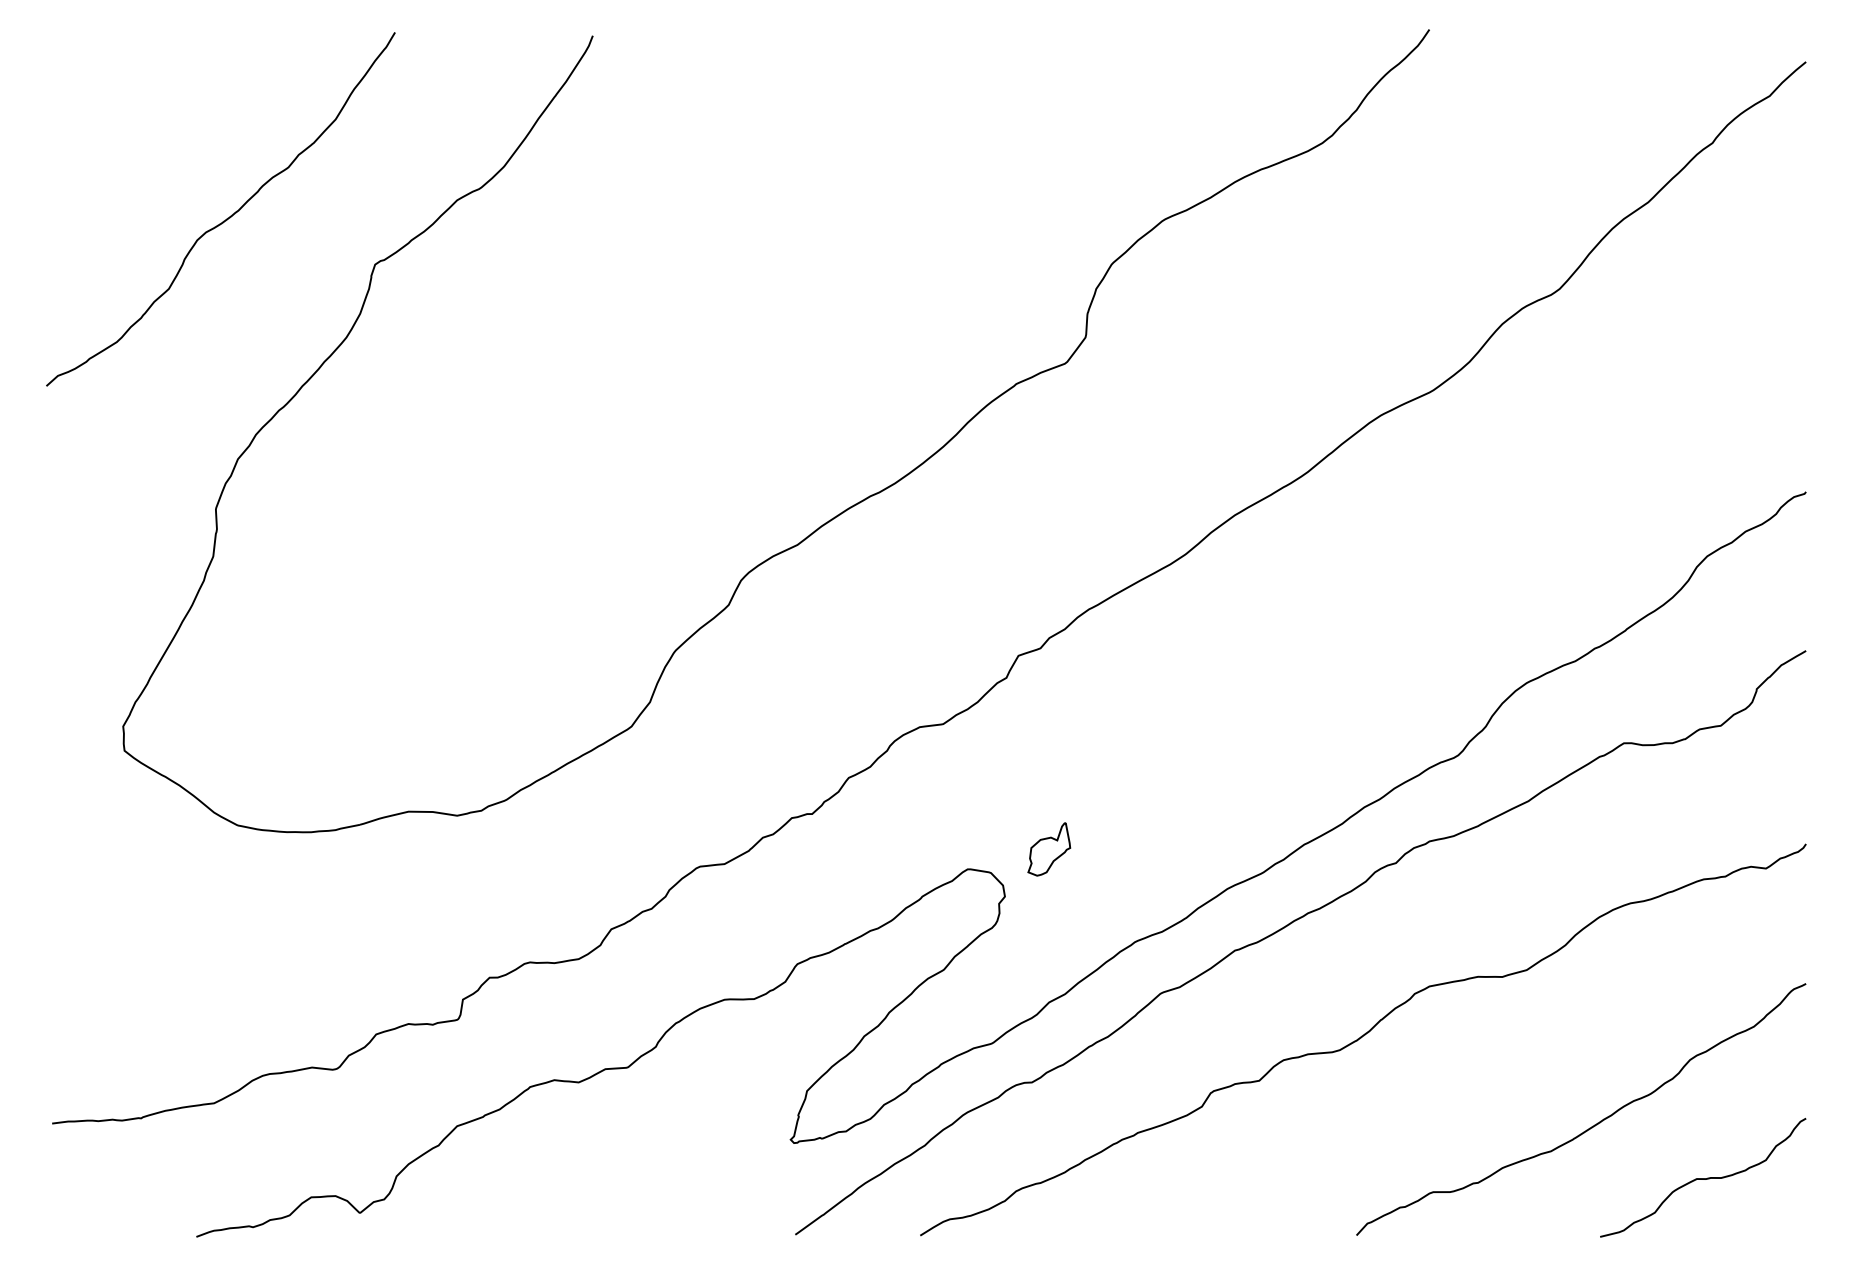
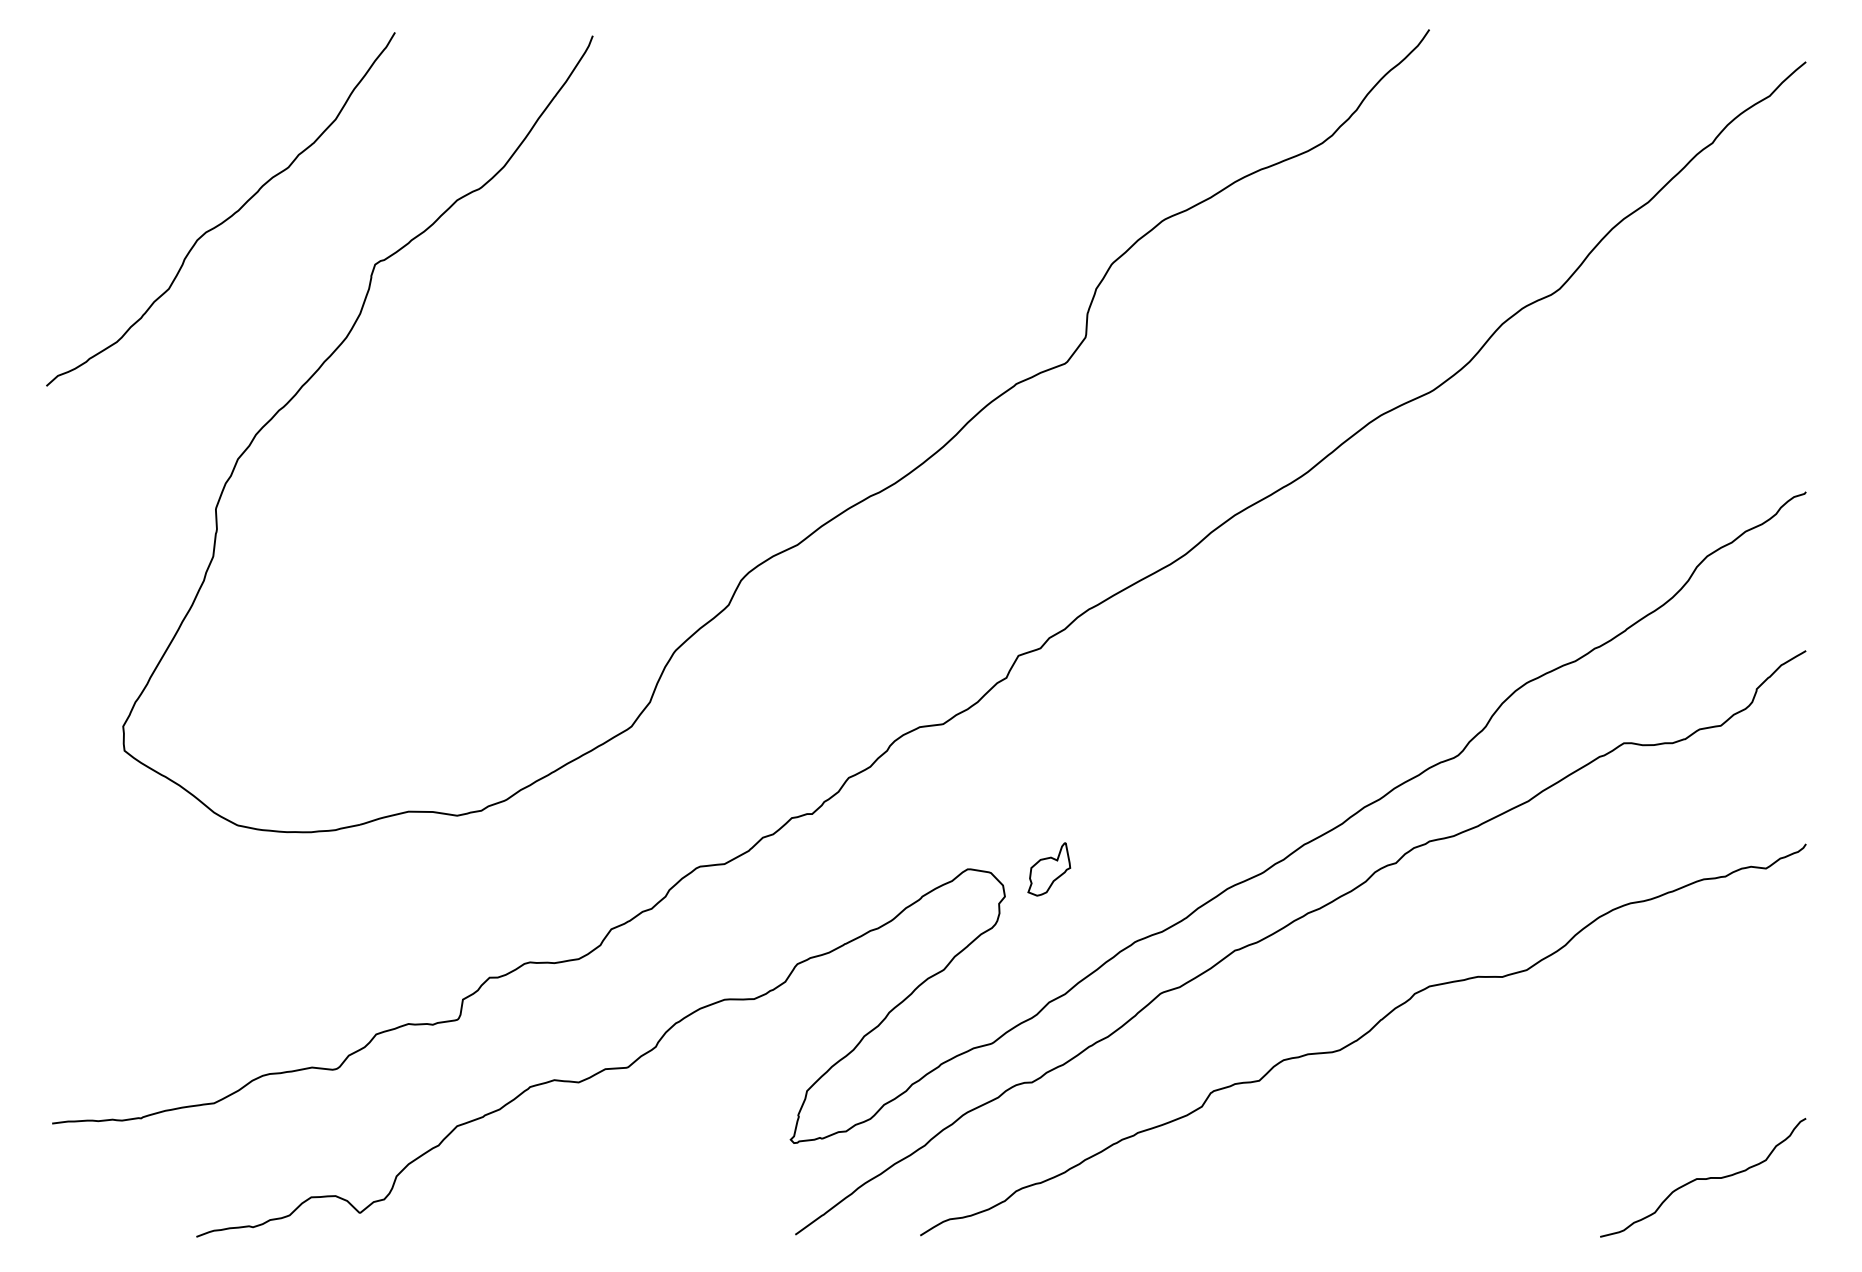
part at (1049, 849) position: (1049, 849) -> (1049, 869)
curve at (1589, 1127): present -> none
